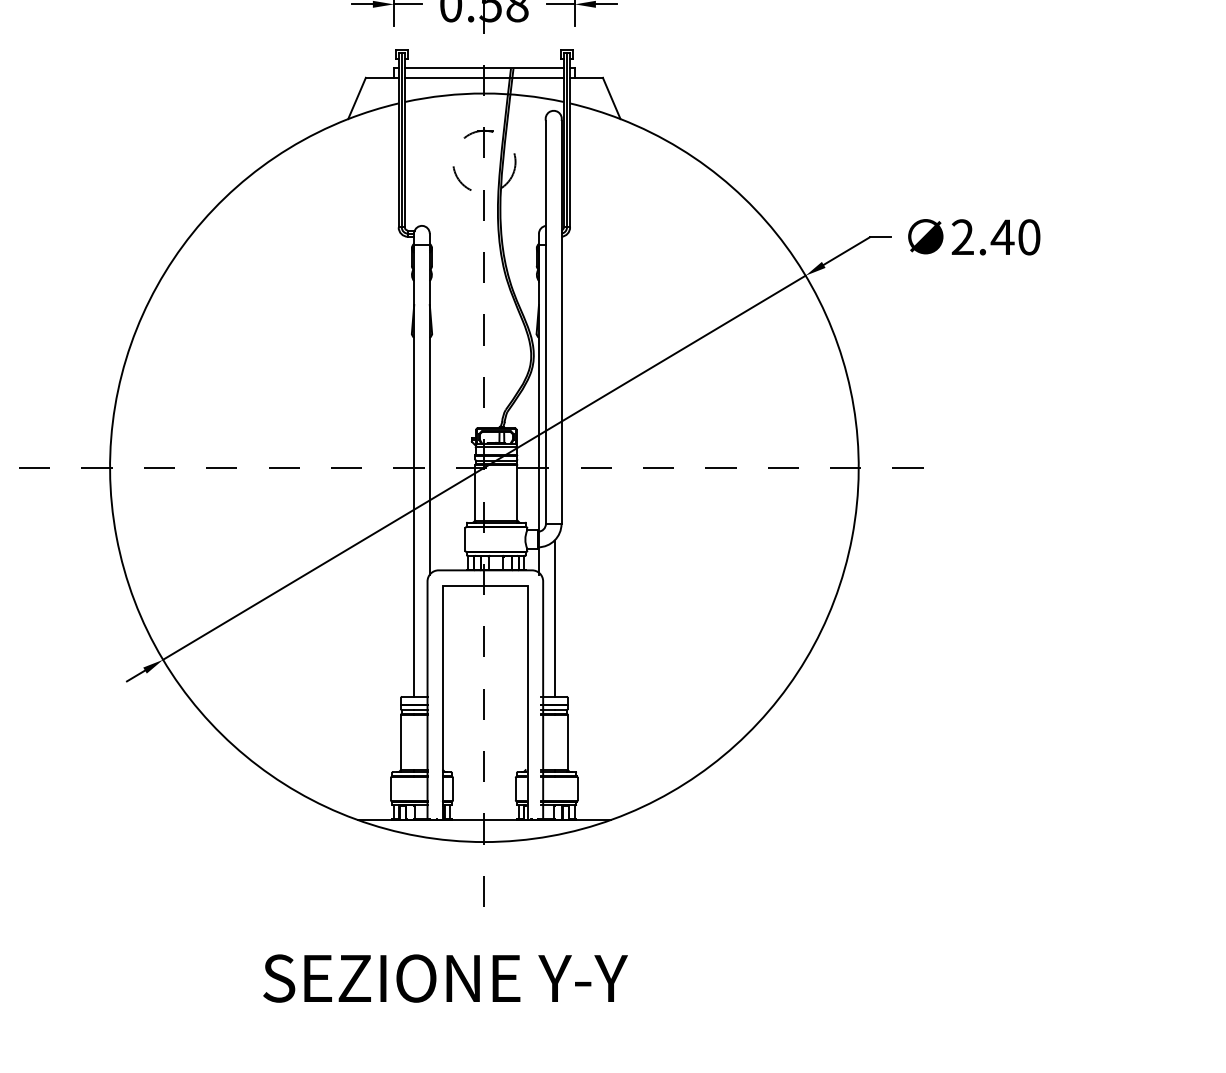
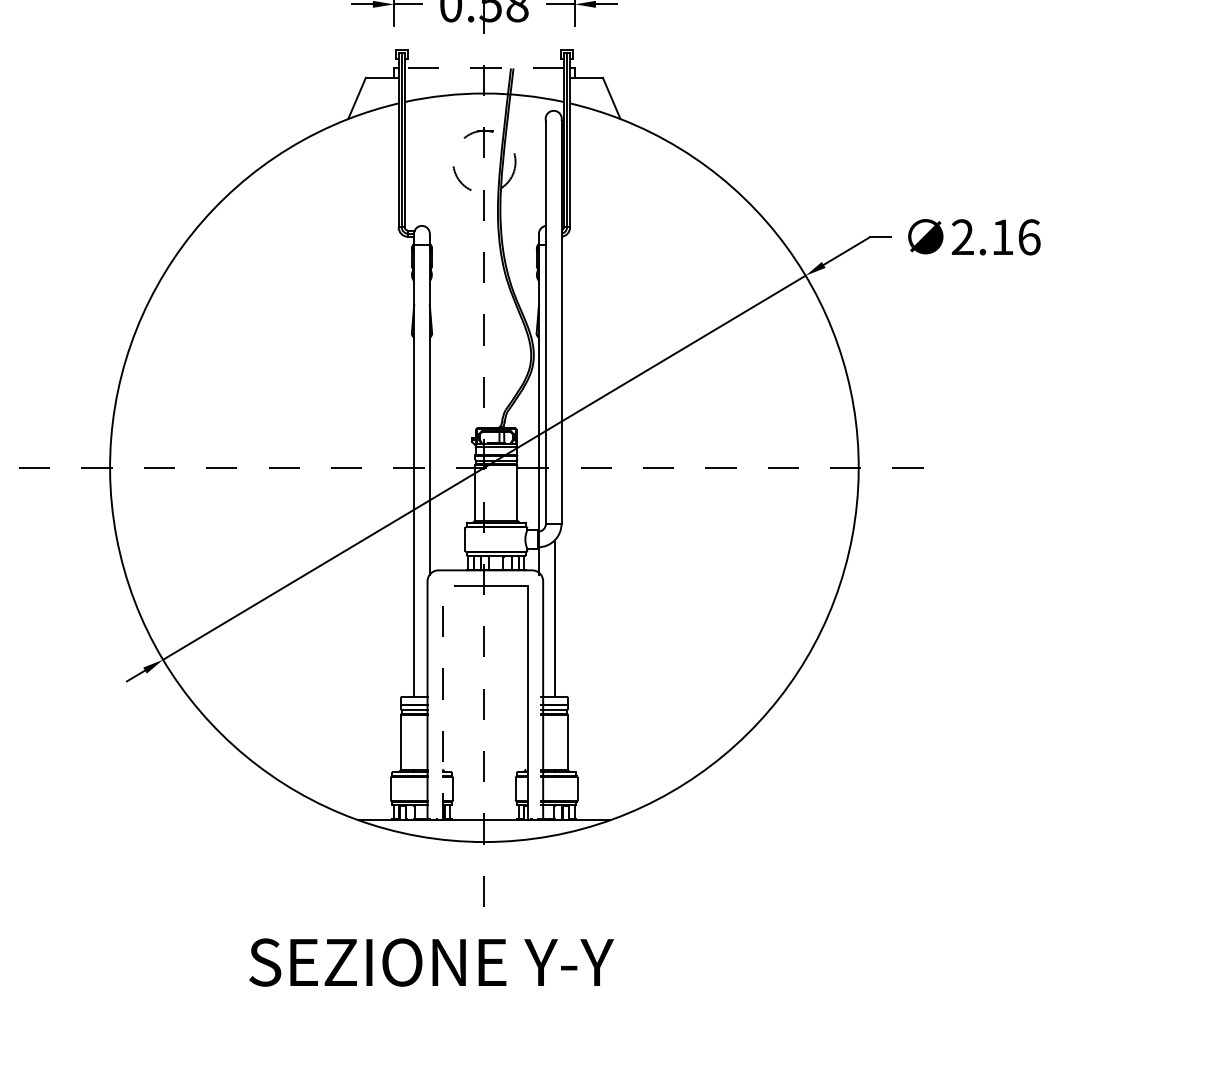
line at (483, 68): solid -> dashed
line at (483, 77): present -> none
text at (1015, 237): 2.40 -> 2.16
line at (443, 680): solid -> dashed
text at (445, 978) position: (445, 978) -> (431, 962)
